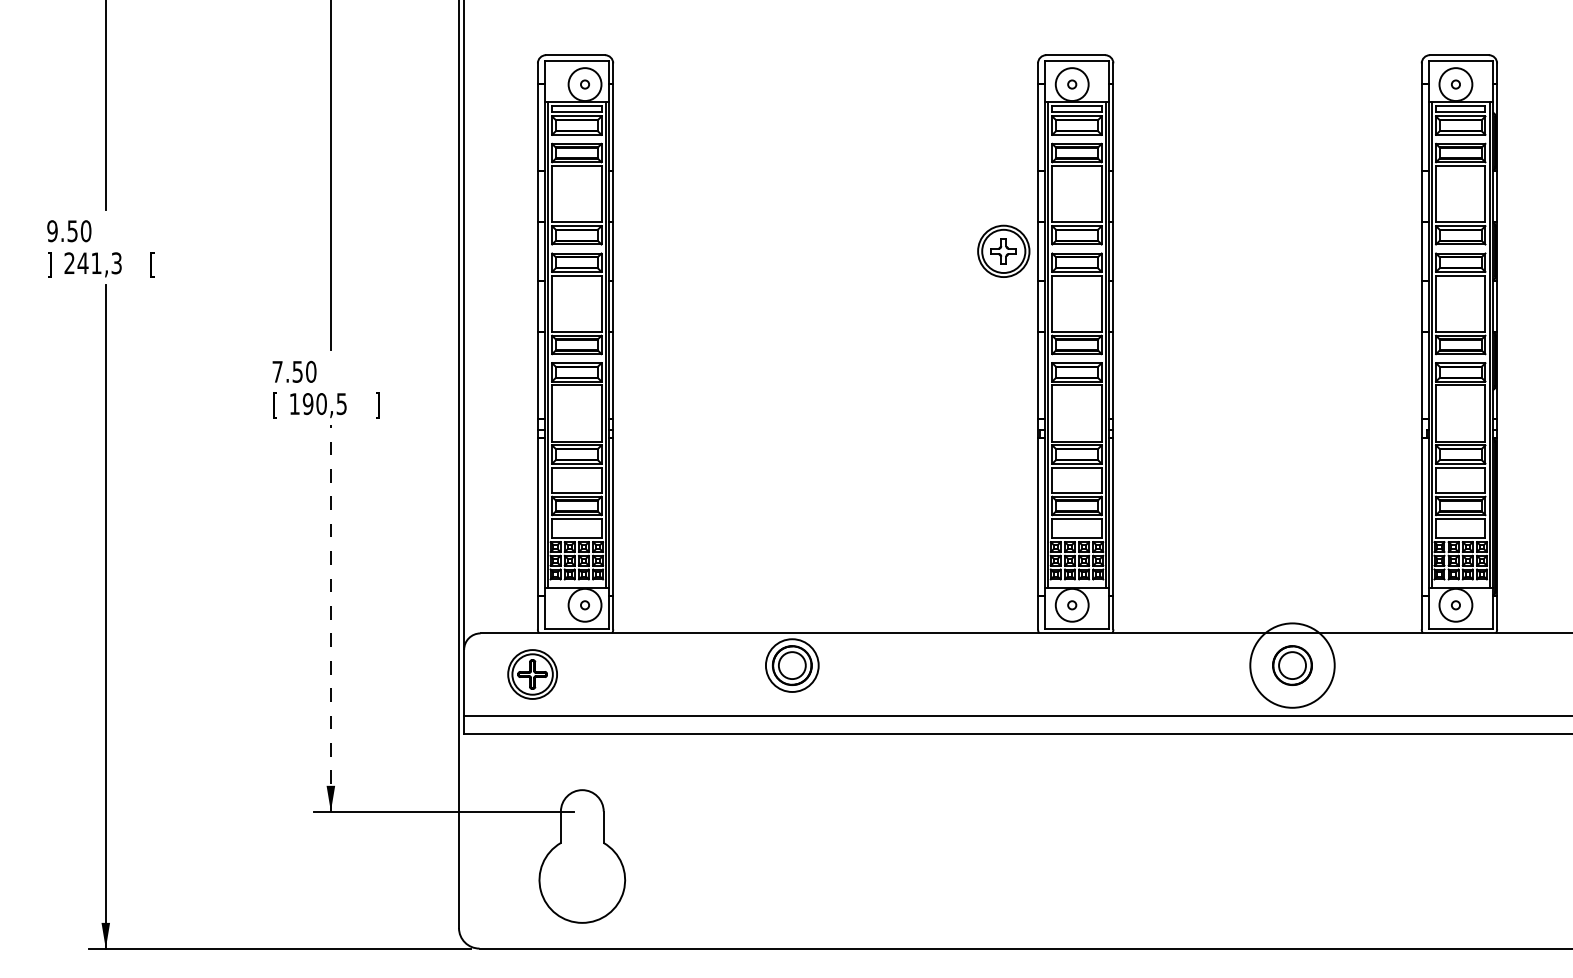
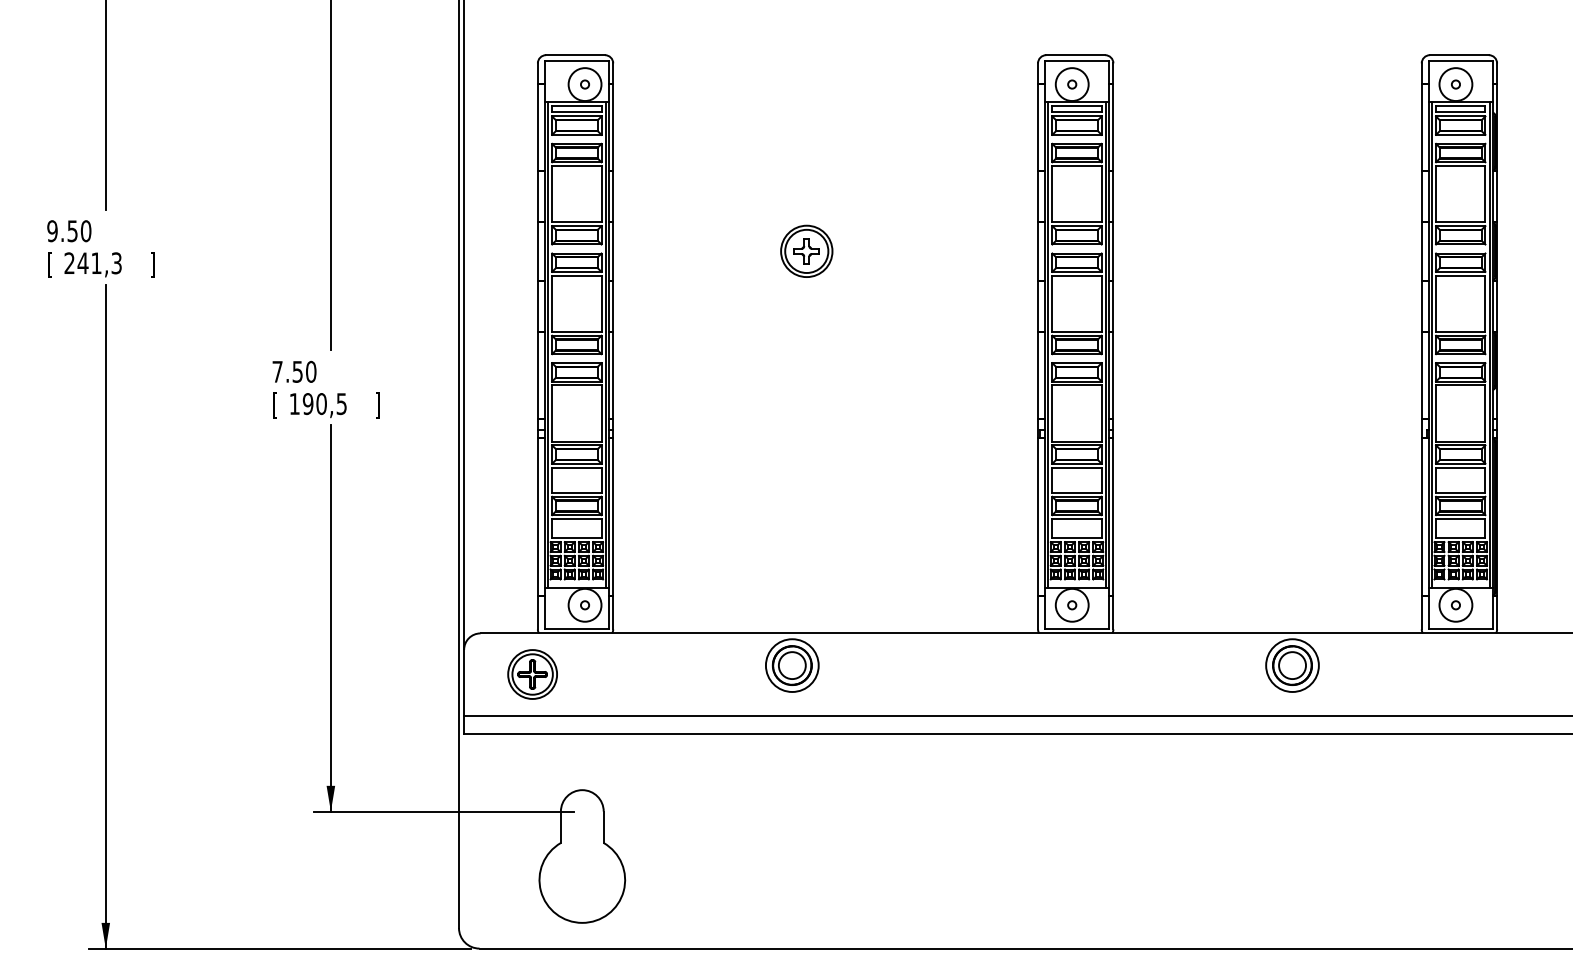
part at (1003, 250) position: (1003, 250) -> (806, 250)
text at (49, 264): ] -> [
text at (152, 264): [ -> ]
line at (330, 618): dashed -> solid
circle at (1292, 665) diameter: 84 px -> 53 px
